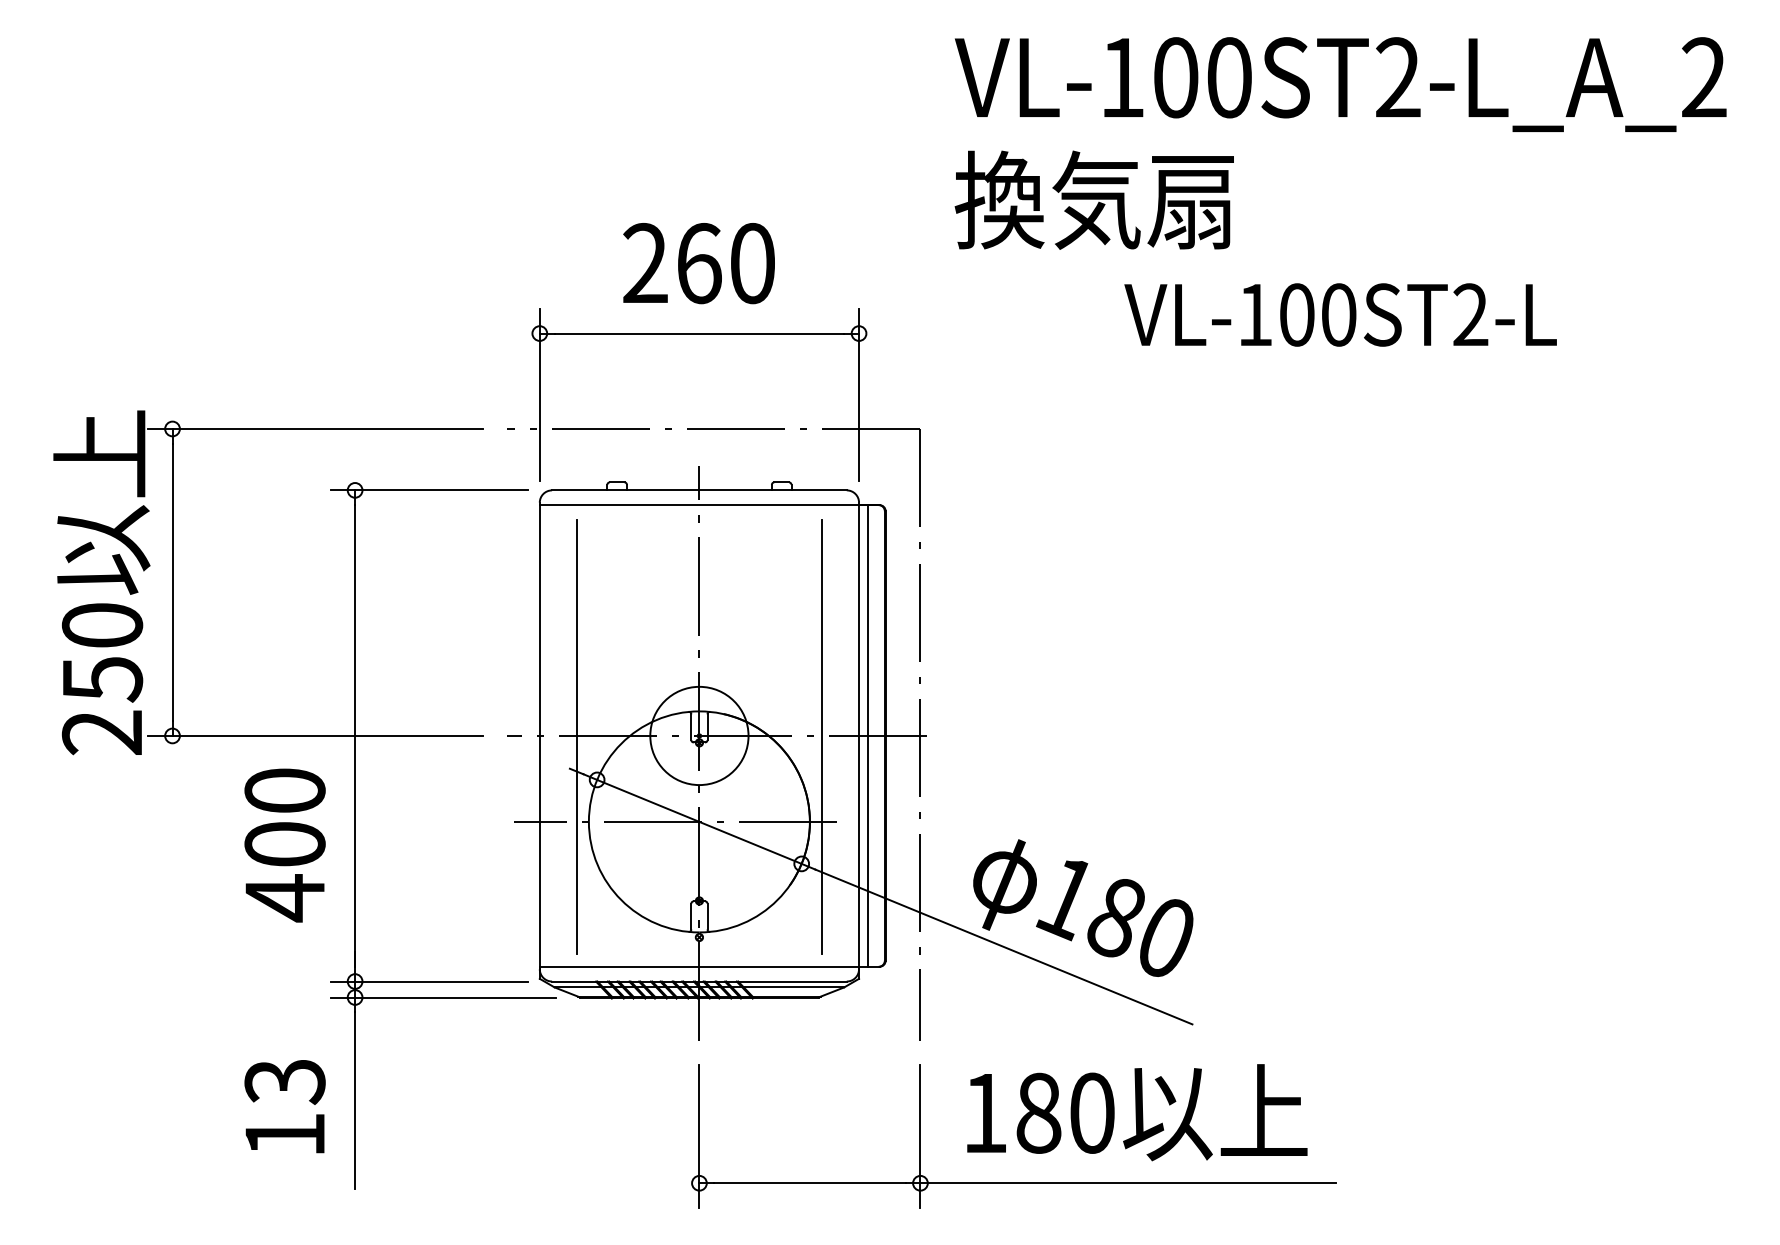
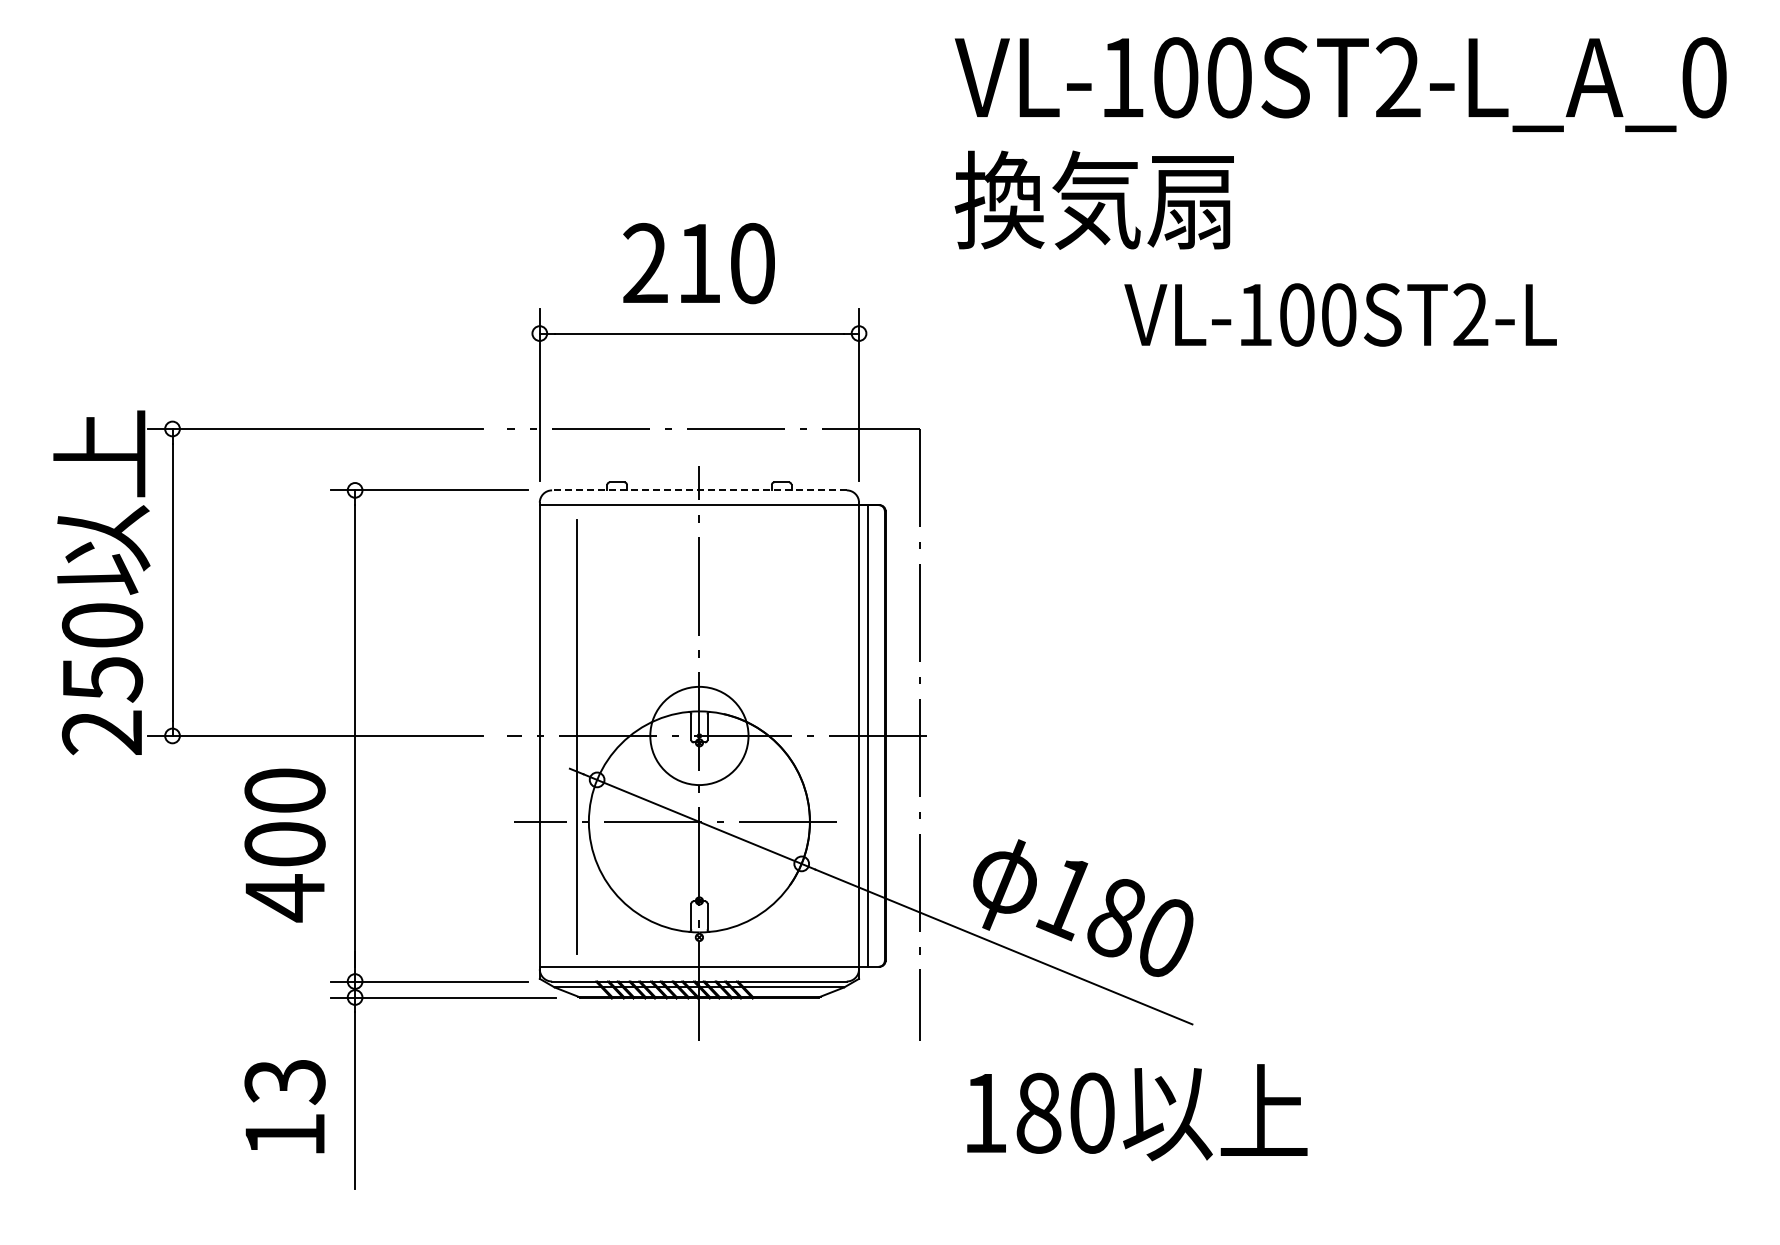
text at (1704, 77): VL-100ST2-L_A_2 -> VL-100ST2-L_A_0
text at (699, 263): 260 -> 210
line at (698, 490): solid -> dashed
line at (822, 736): present -> none
part at (1013, 1182): present -> none
